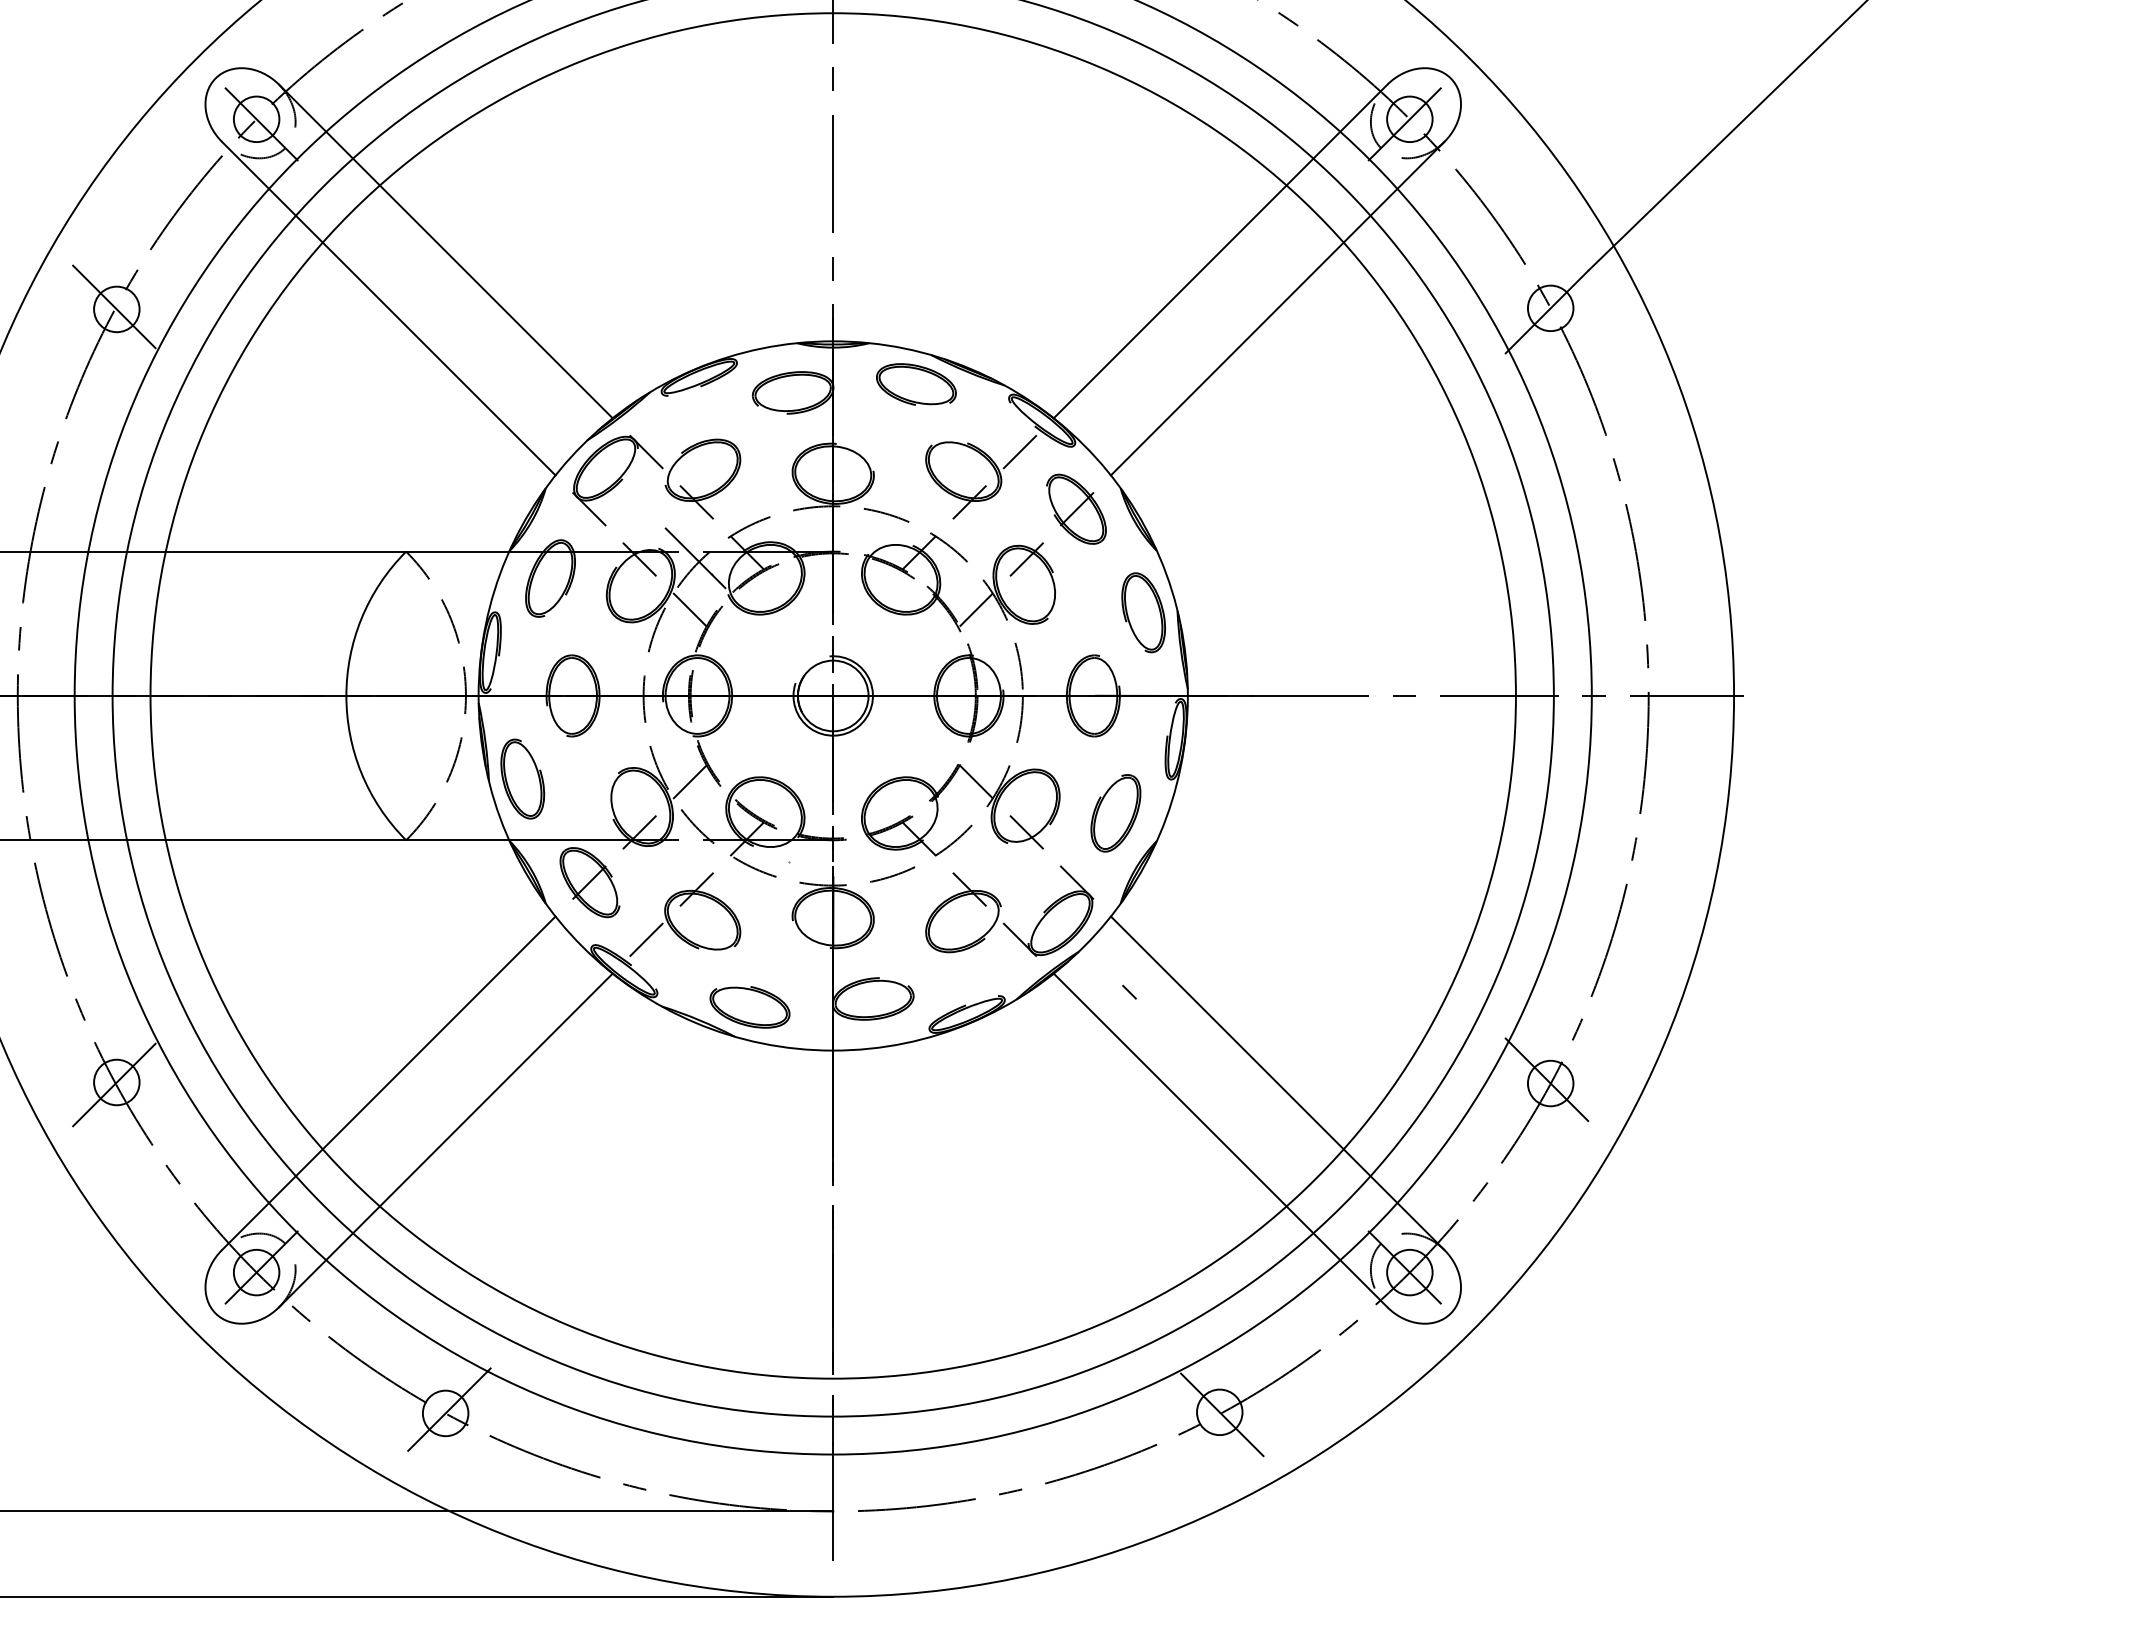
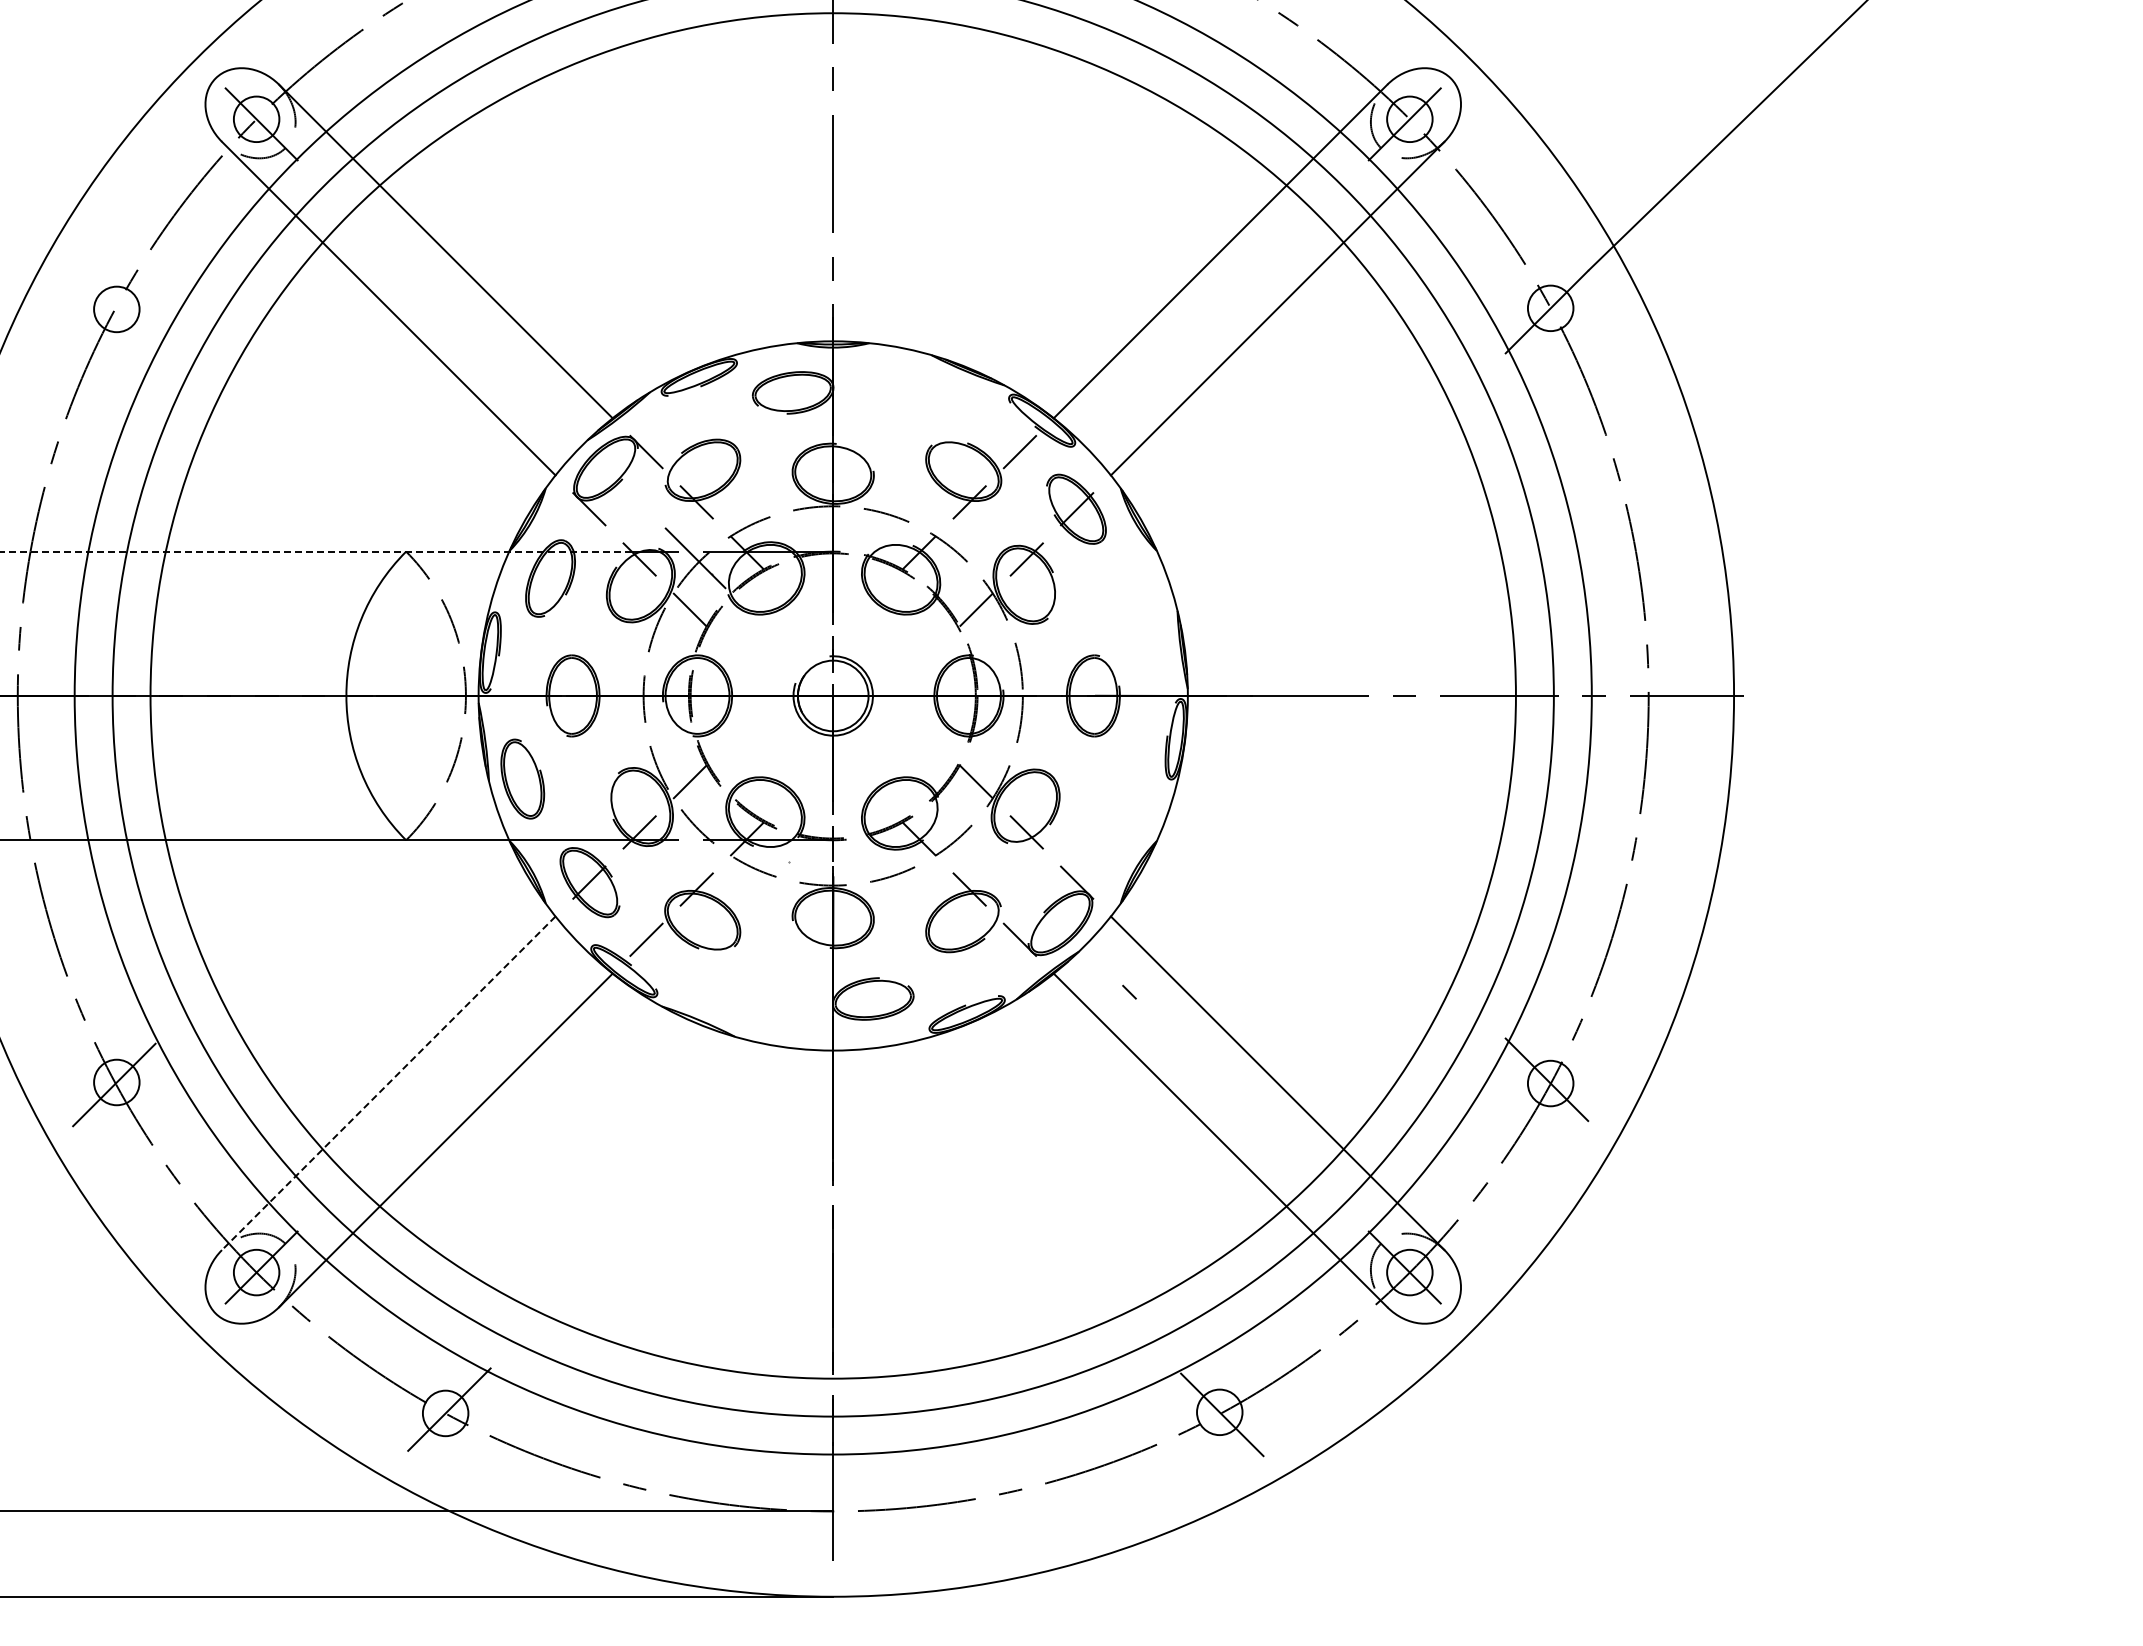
line at (116, 309): present -> none
part at (916, 384): present -> none
line at (316, 551): solid -> dashed
part at (1143, 612): present -> none
part at (1115, 813): present -> none
part at (749, 1007): present -> none
line at (388, 1083): solid -> dashed
